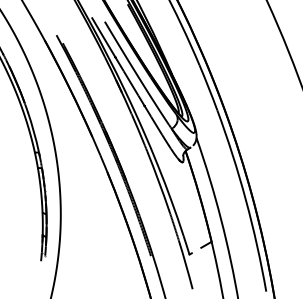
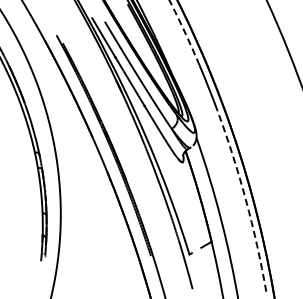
arc at (184, 31): solid -> dashed
arc at (245, 199): solid -> dashed
